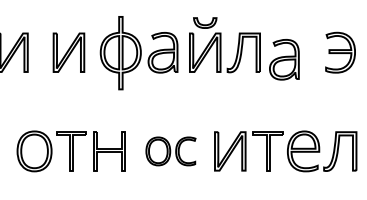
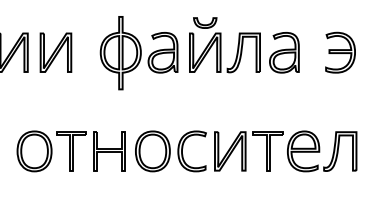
part at (68, 52) position: (68, 52) -> (55, 52)
part at (284, 59) position: (284, 59) -> (284, 52)
part at (170, 151) size: 52x31 px -> 72x43 px
